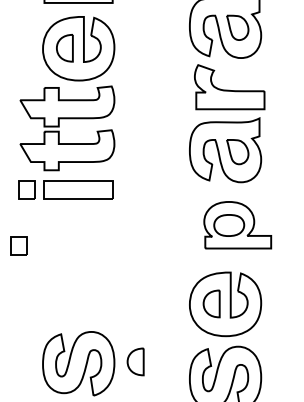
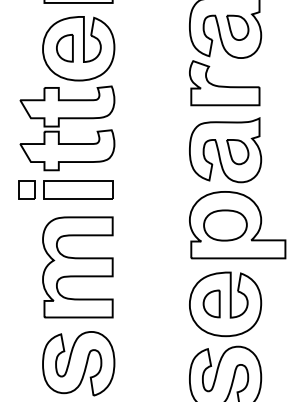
part at (229, 87) position: (229, 87) -> (224, 83)
part at (237, 225) size: 70x49 px -> 98x69 px
part at (18, 245): present -> none
part at (77, 267): none -> present
part at (135, 361): present -> none
